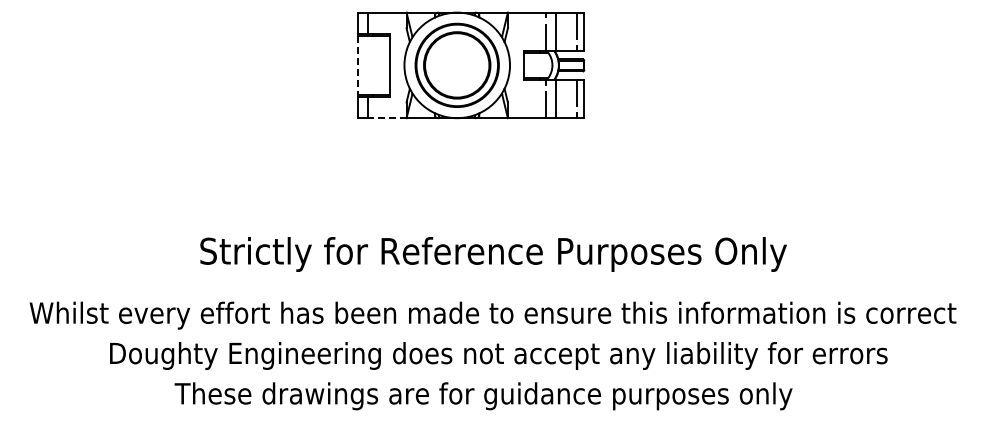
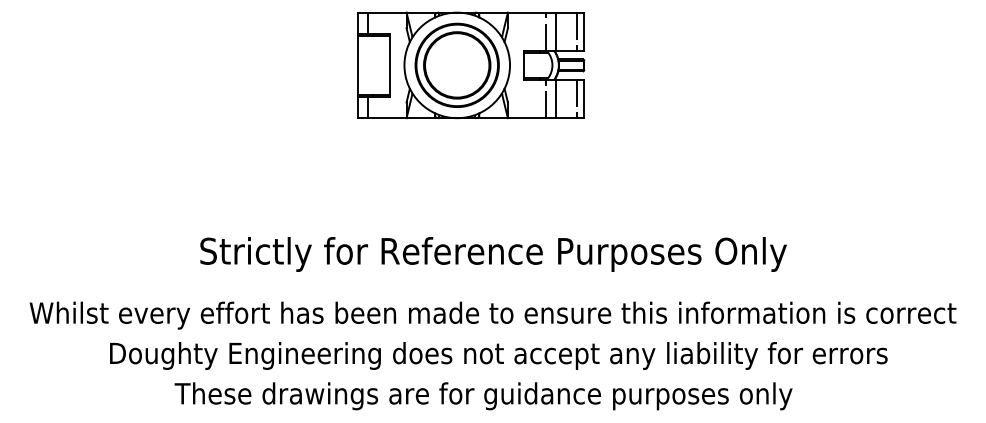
line at (358, 65): dashed -> solid
line at (386, 118): dashed -> solid
